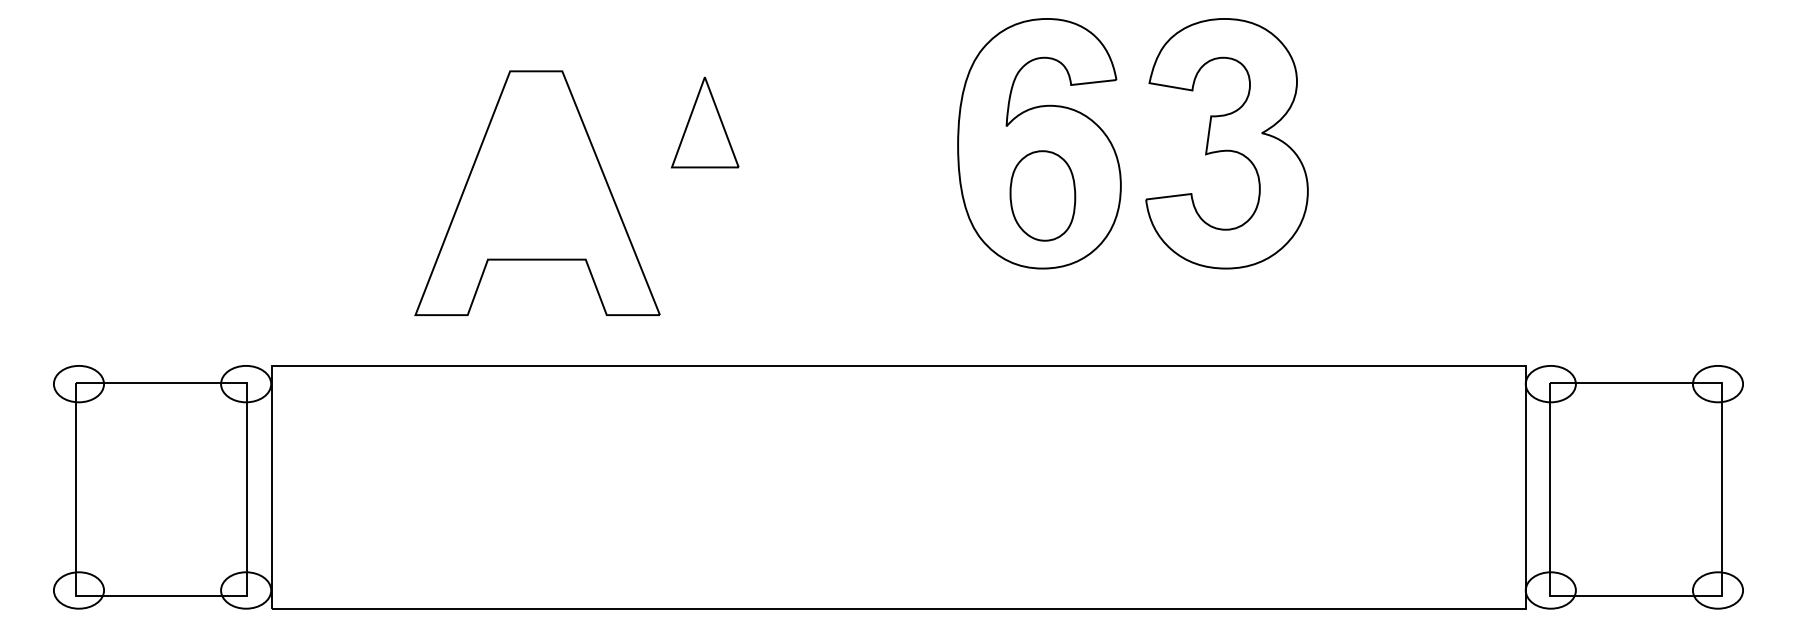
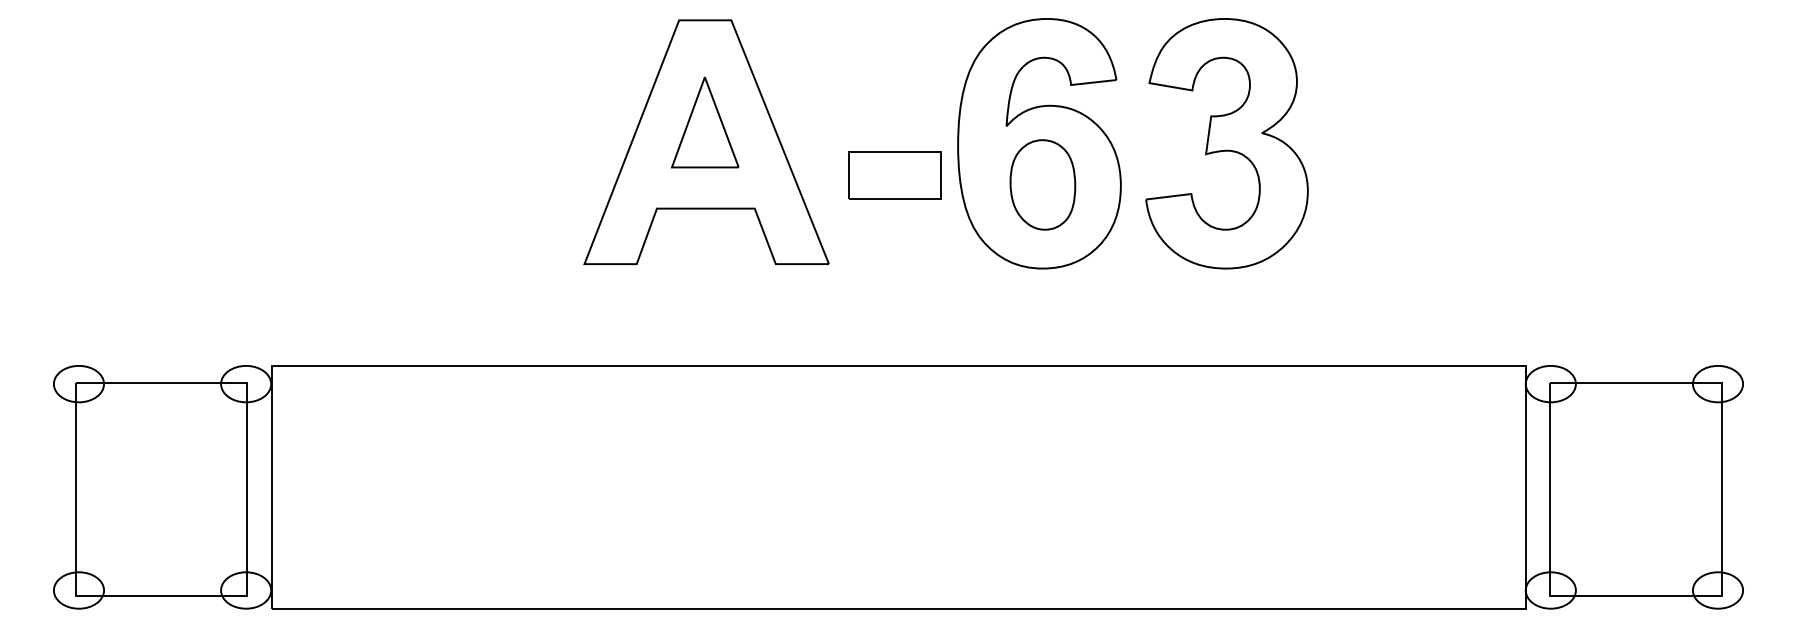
part at (894, 175): none -> present
part at (537, 192) position: (537, 192) -> (706, 141)
part at (1042, 195) position: (1042, 195) -> (1042, 184)
